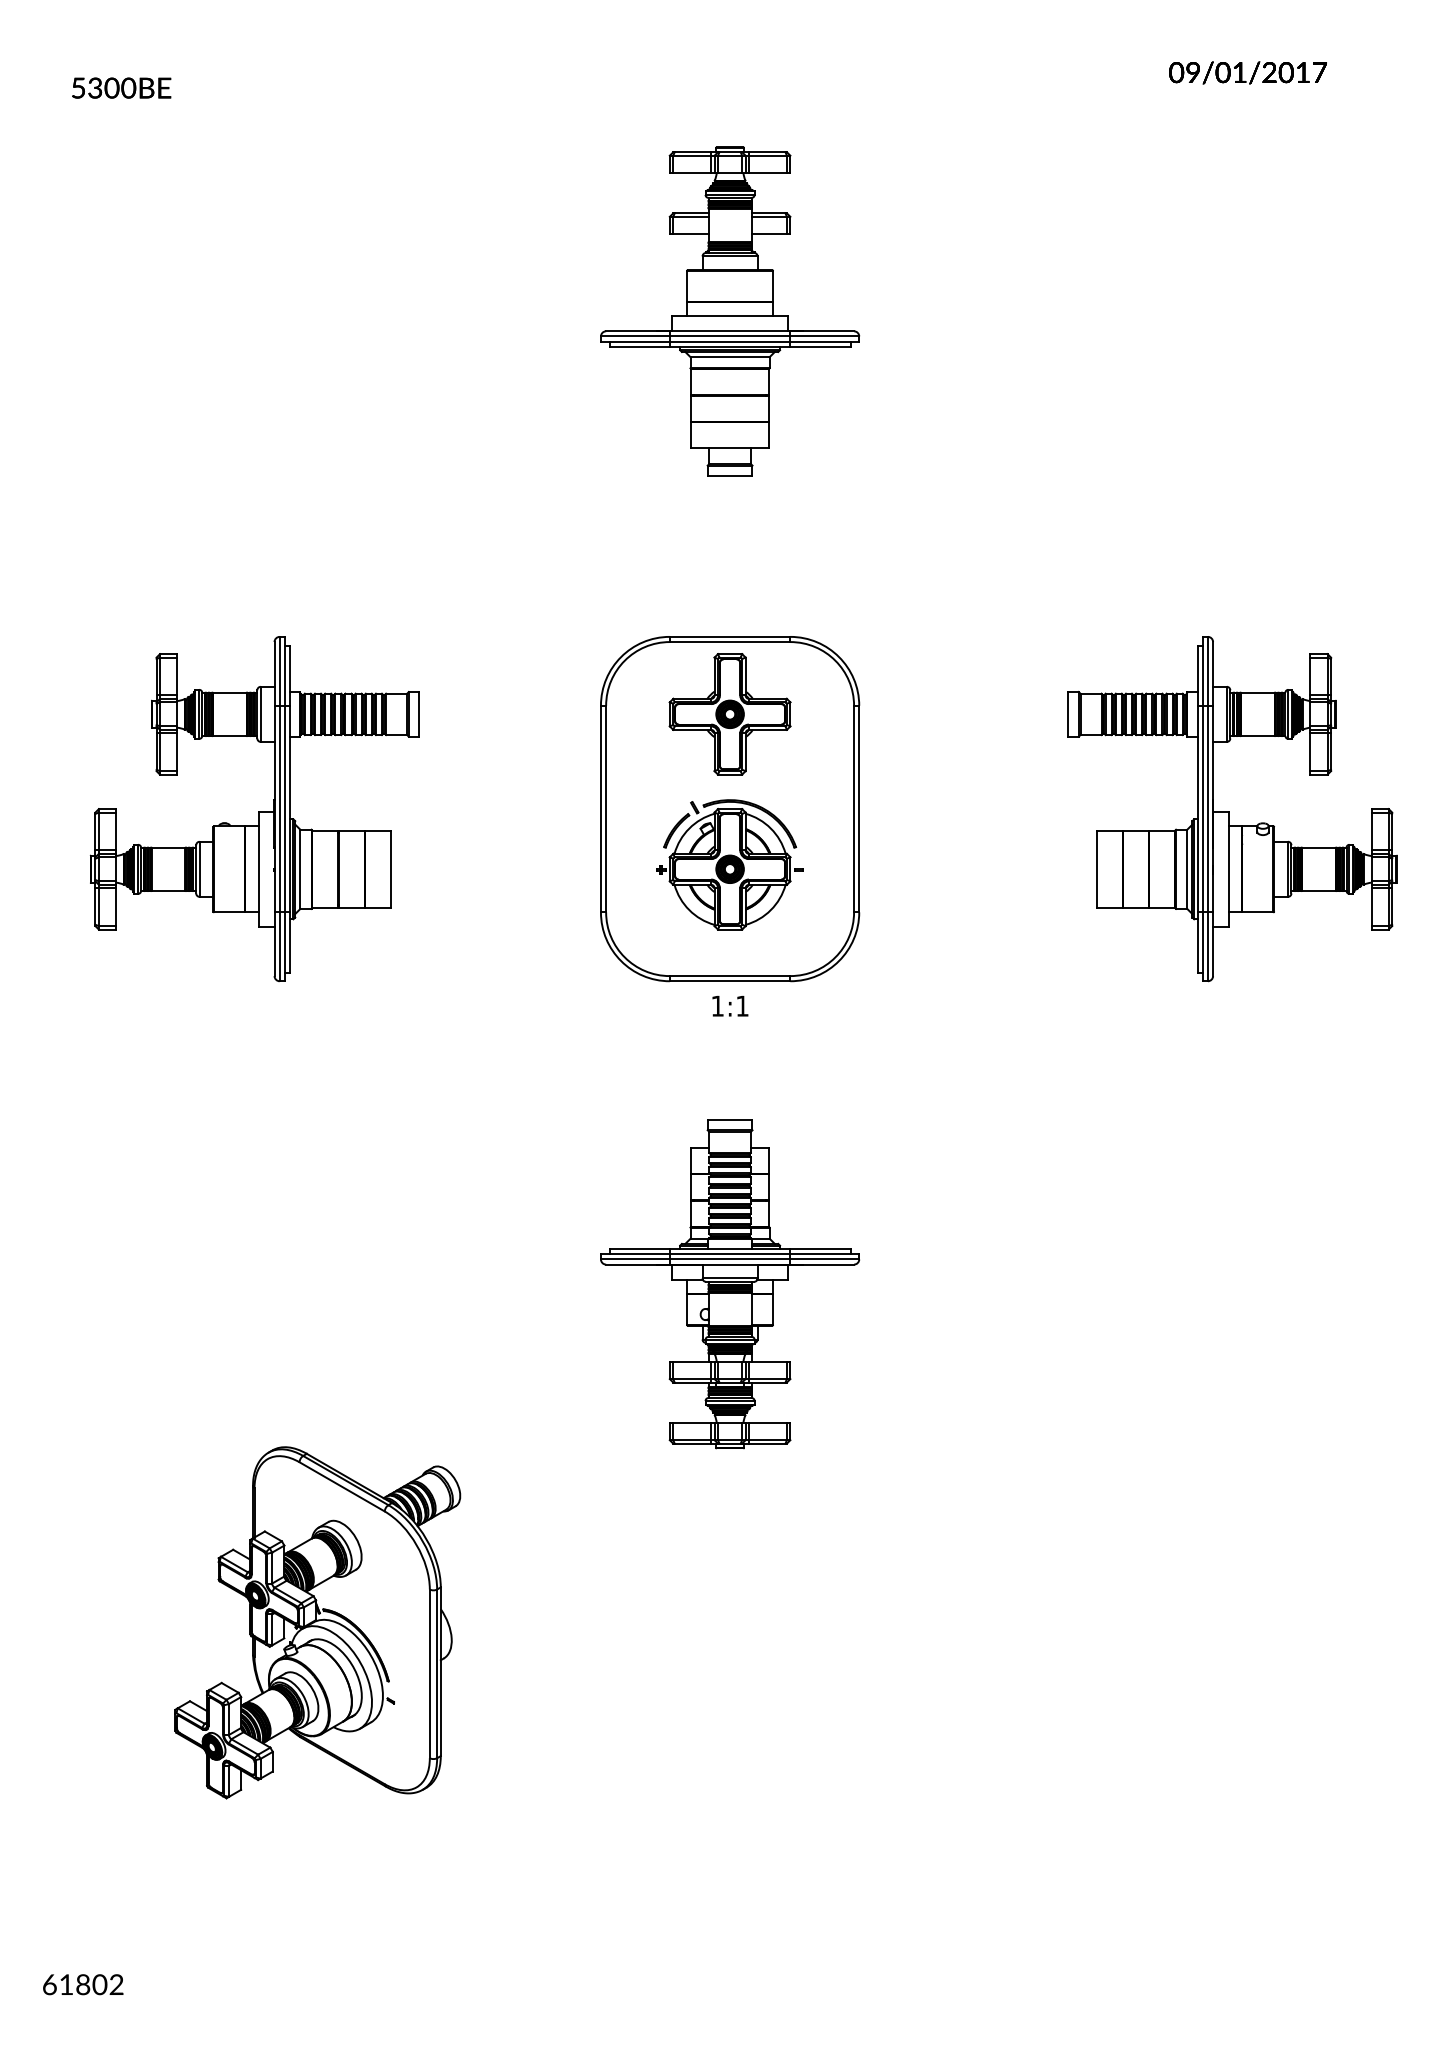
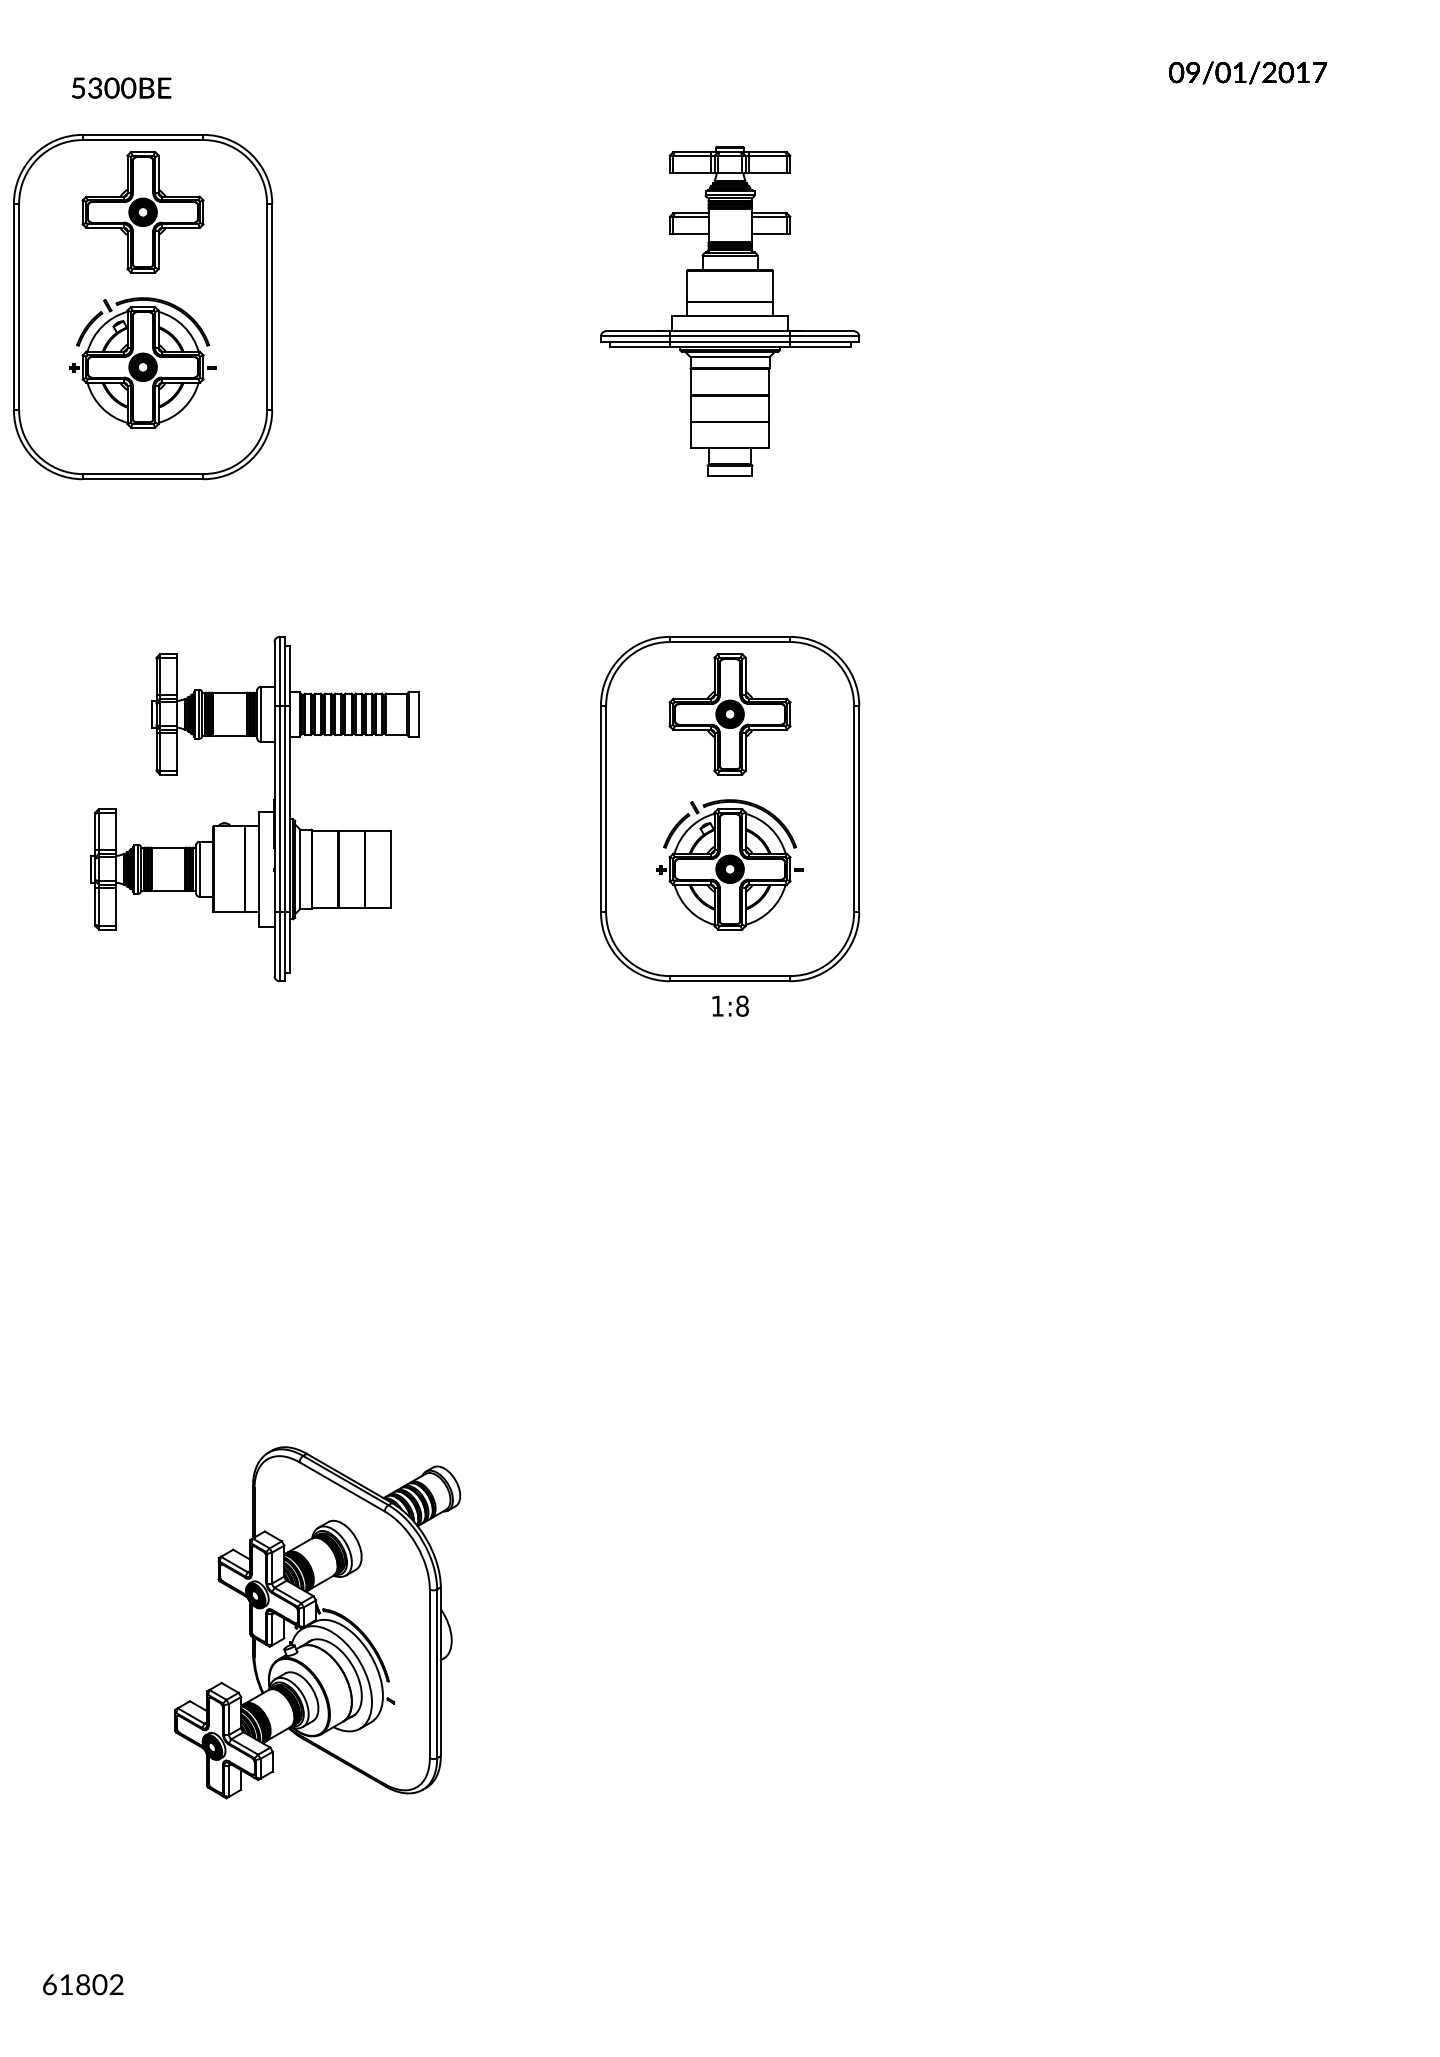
part at (143, 307): none -> present
part at (1232, 809): present -> none
text at (742, 1005): 1:1 -> 1:8
part at (730, 1284): present -> none
